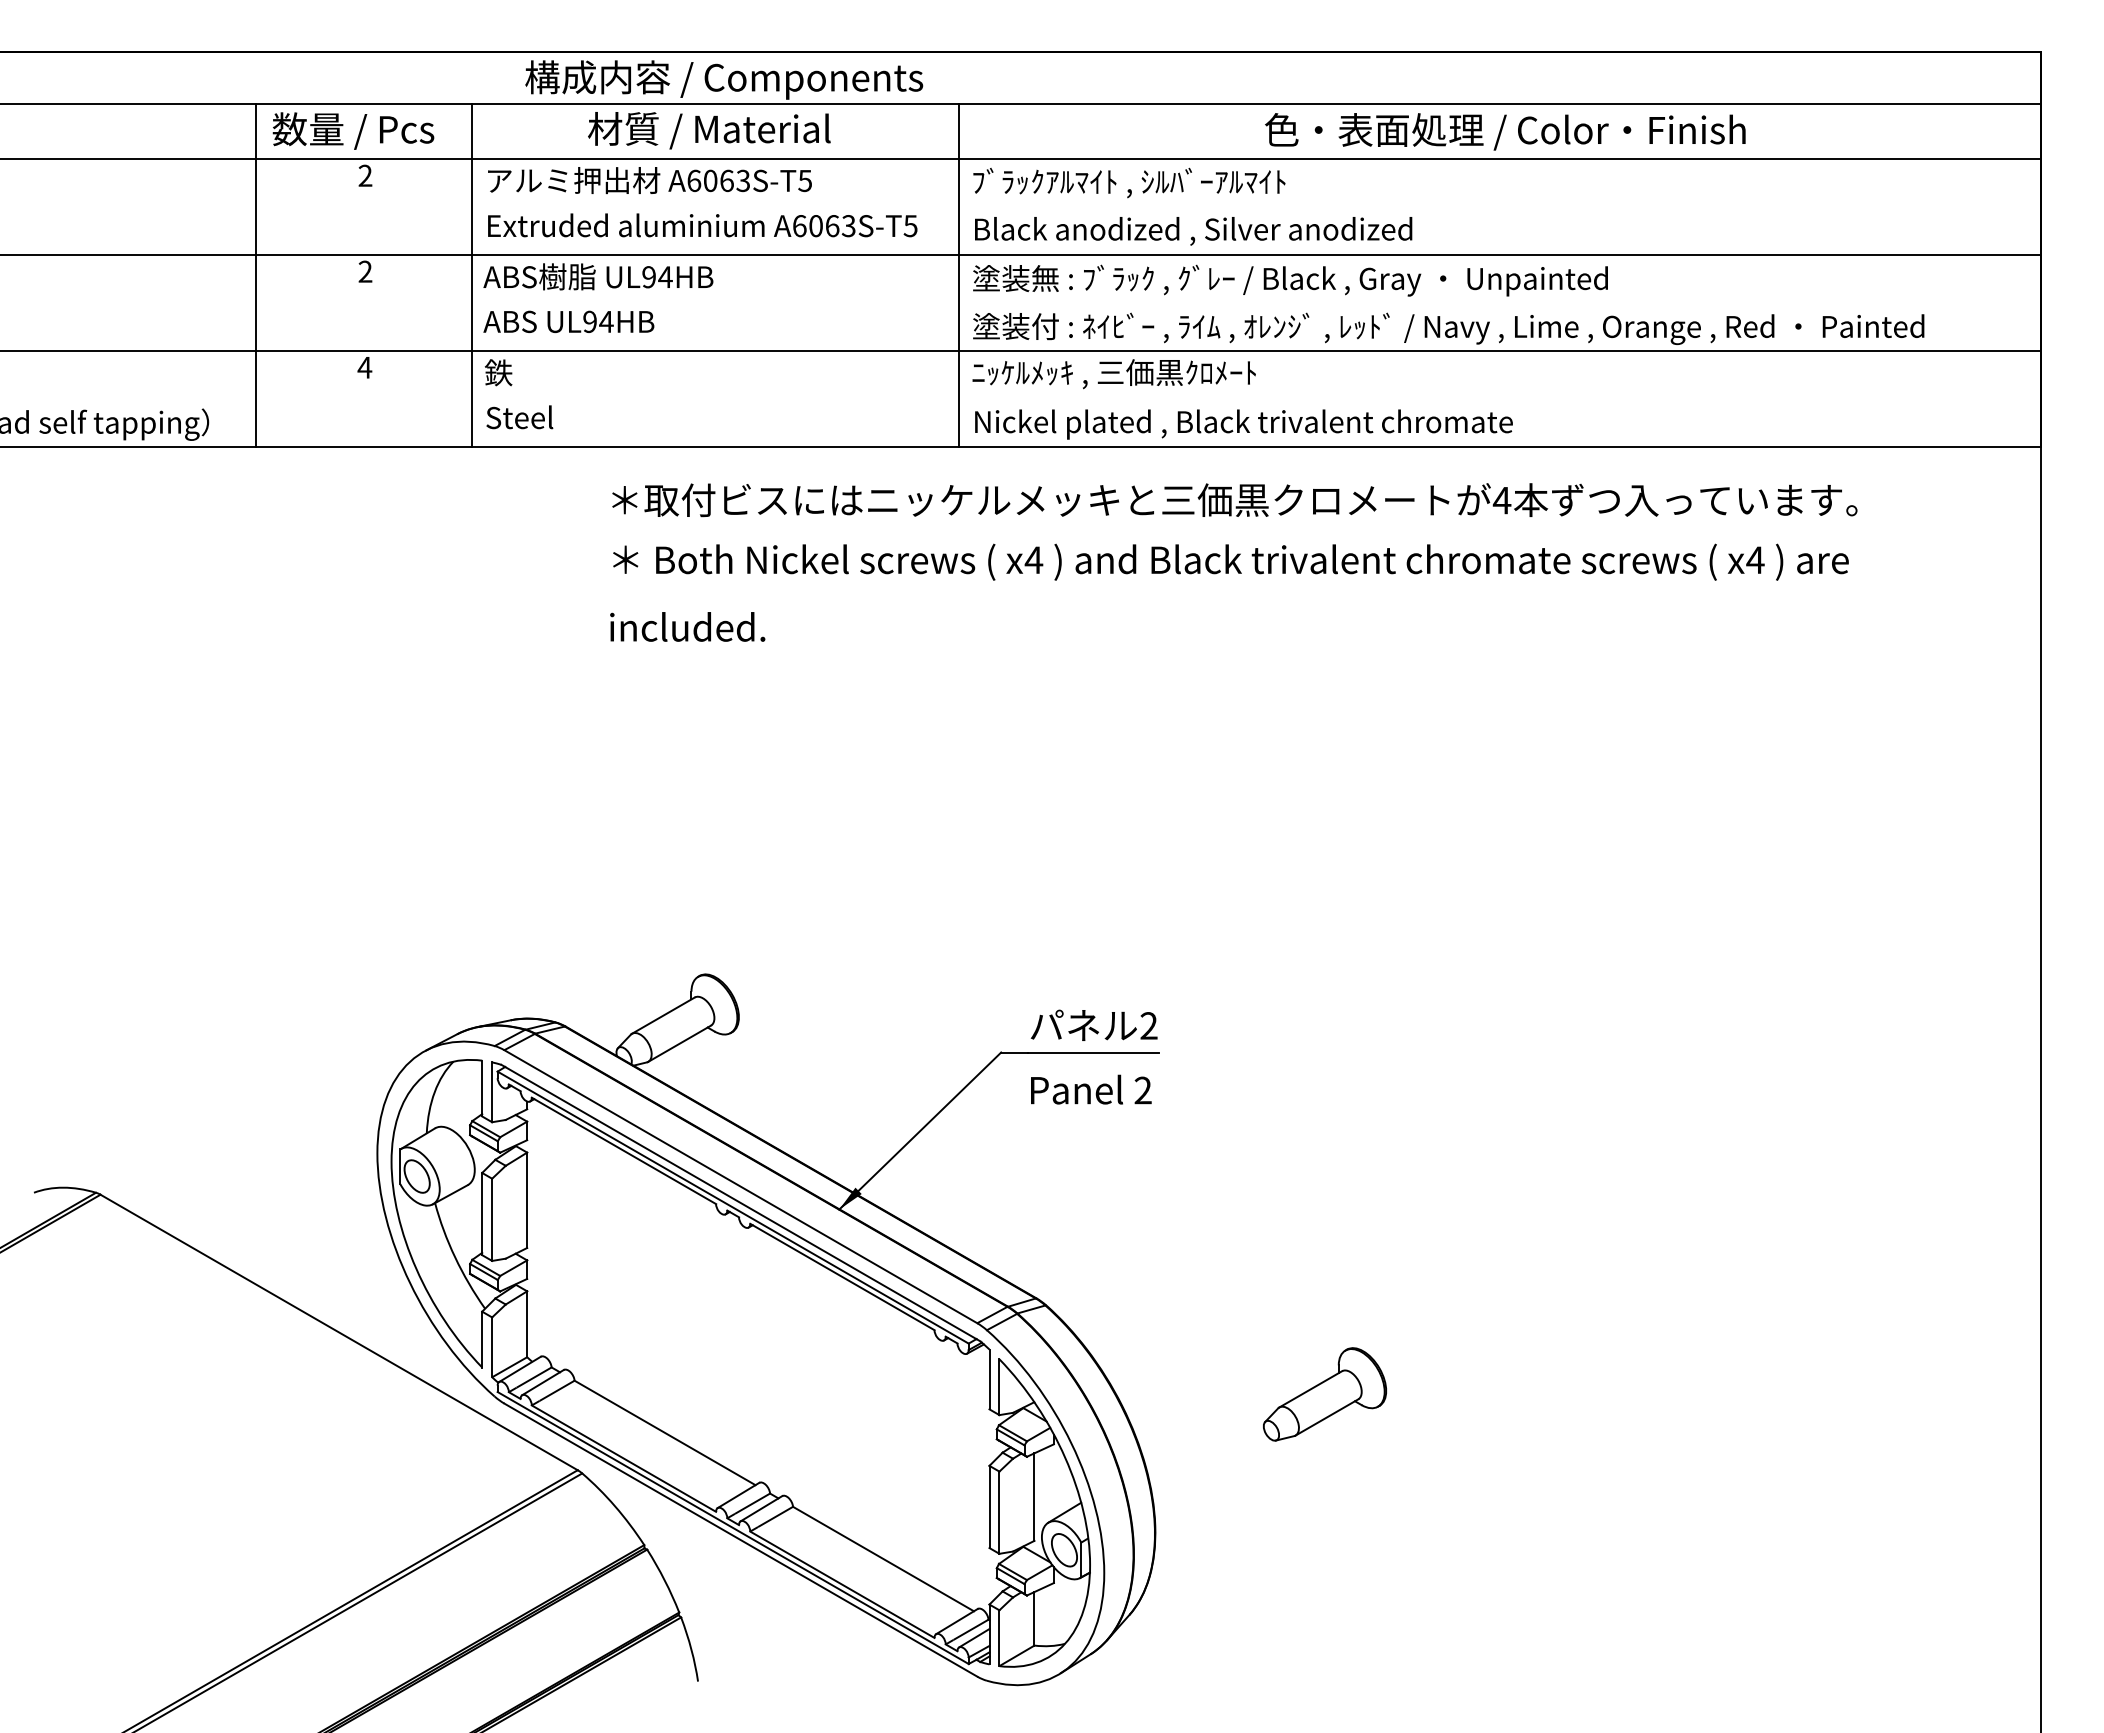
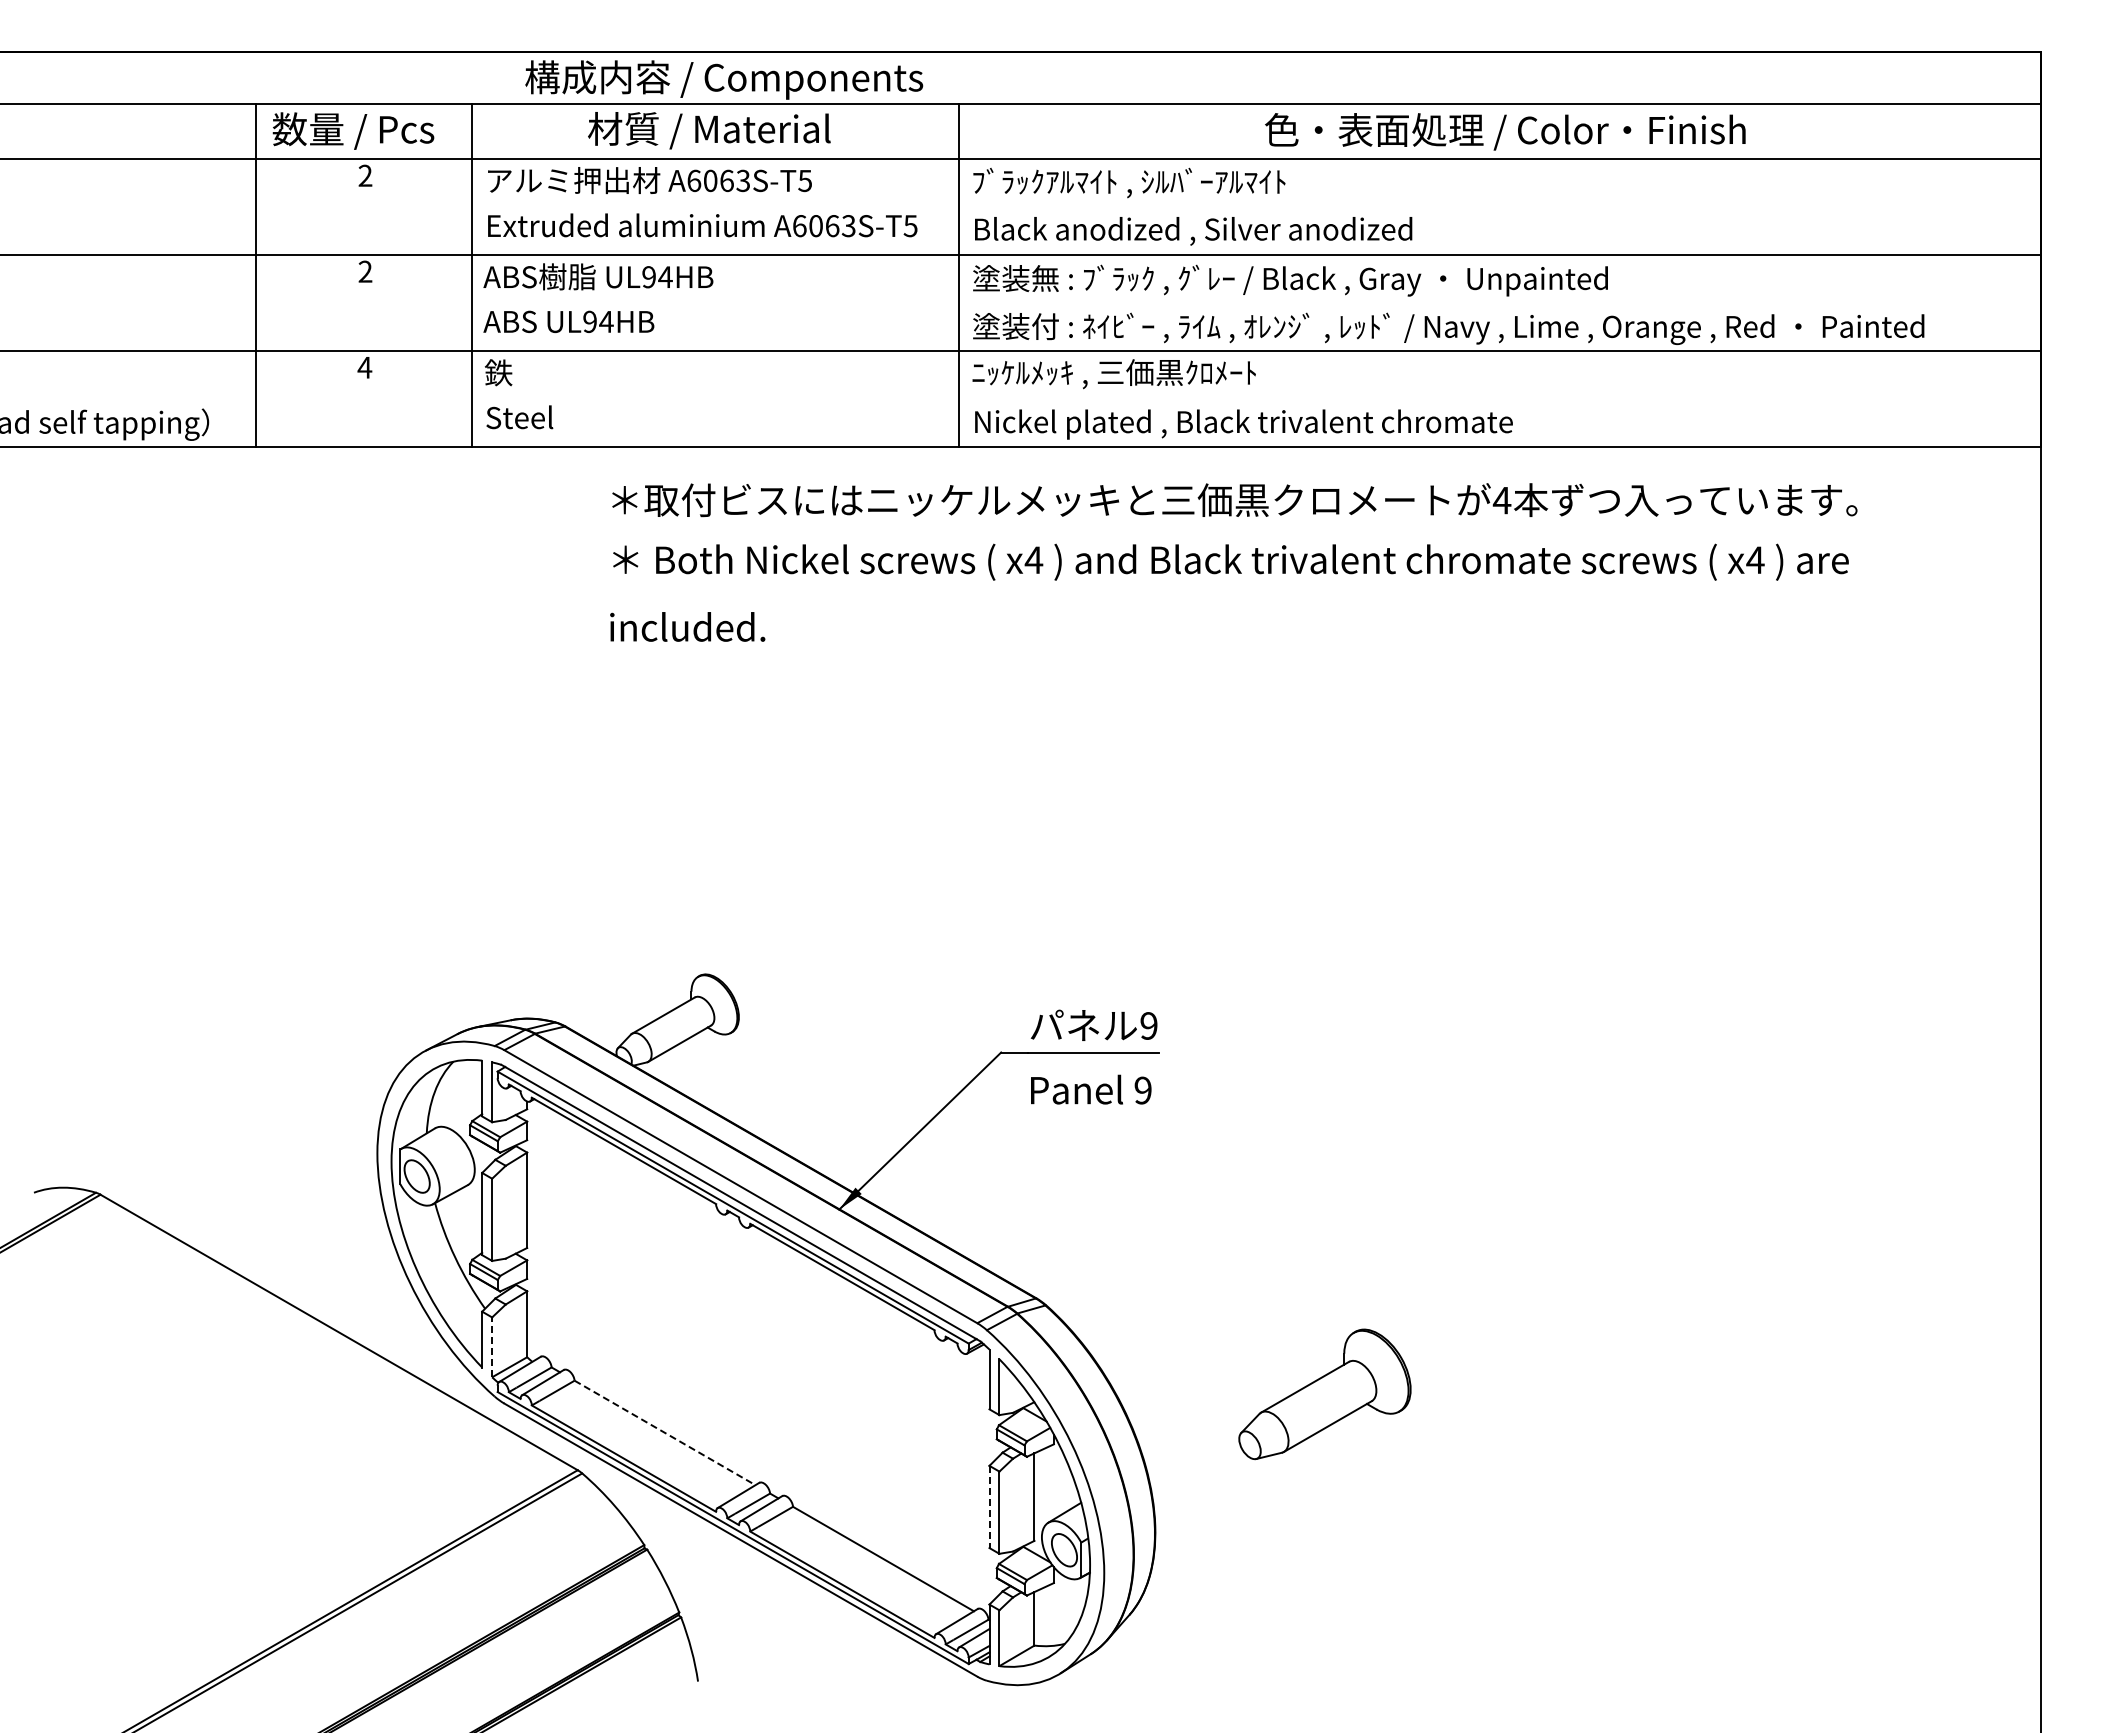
text at (1148, 1025): 2 -> 9
text at (1142, 1090): 2 -> 9
line at (492, 1347): solid -> dashed
part at (1324, 1394) size: 124x95 px -> 174x133 px
line at (665, 1433): solid -> dashed
line at (989, 1507): solid -> dashed
